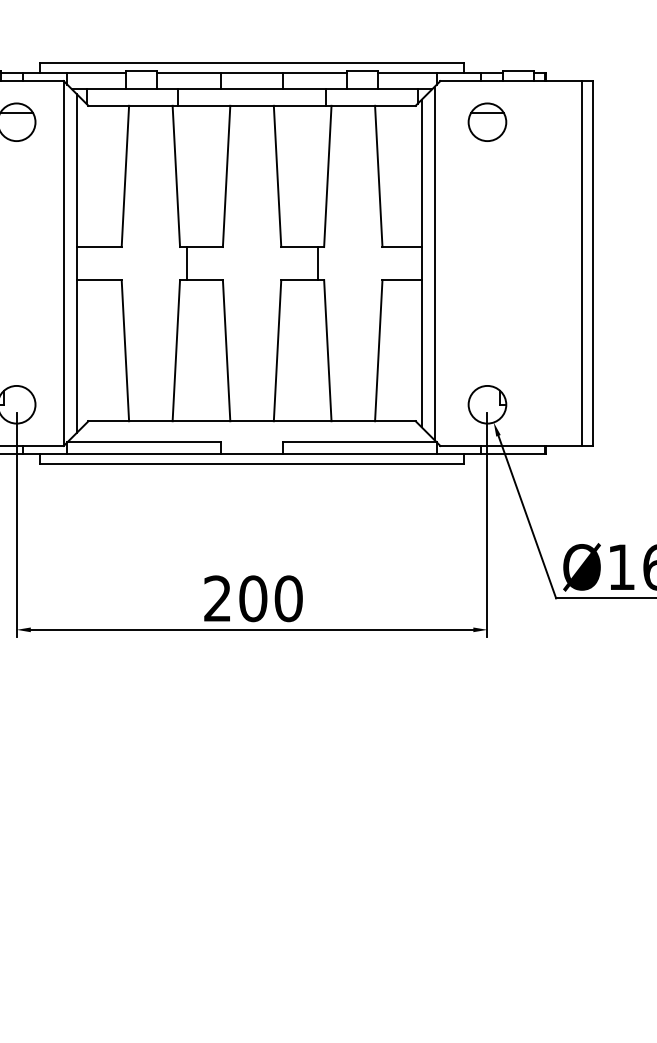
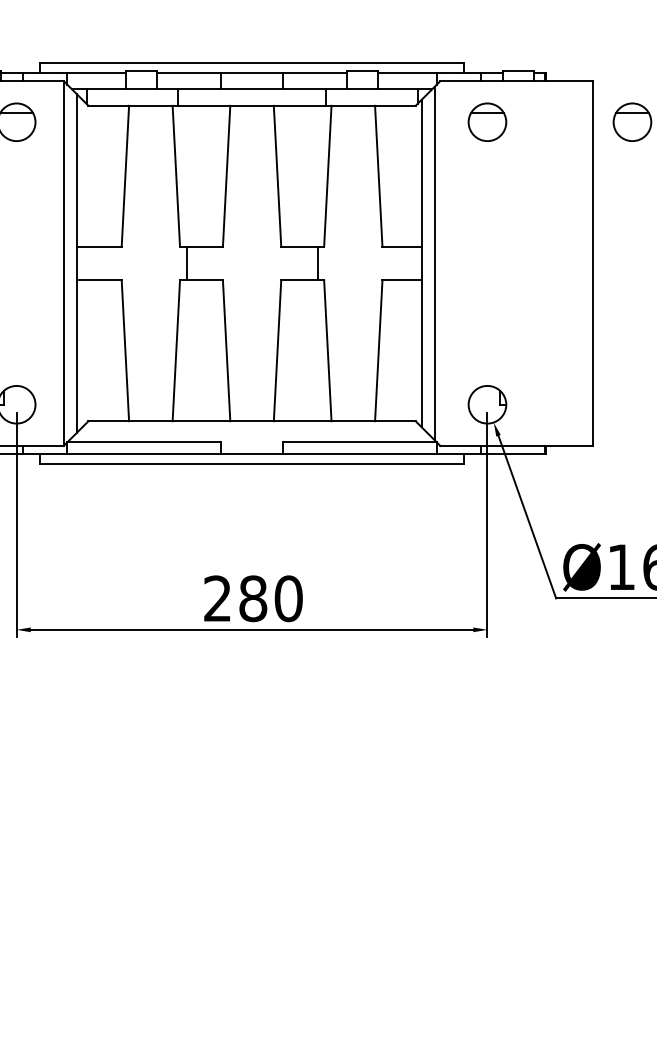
part at (632, 121): none -> present
line at (581, 263): present -> none
text at (253, 598): 200 -> 280
